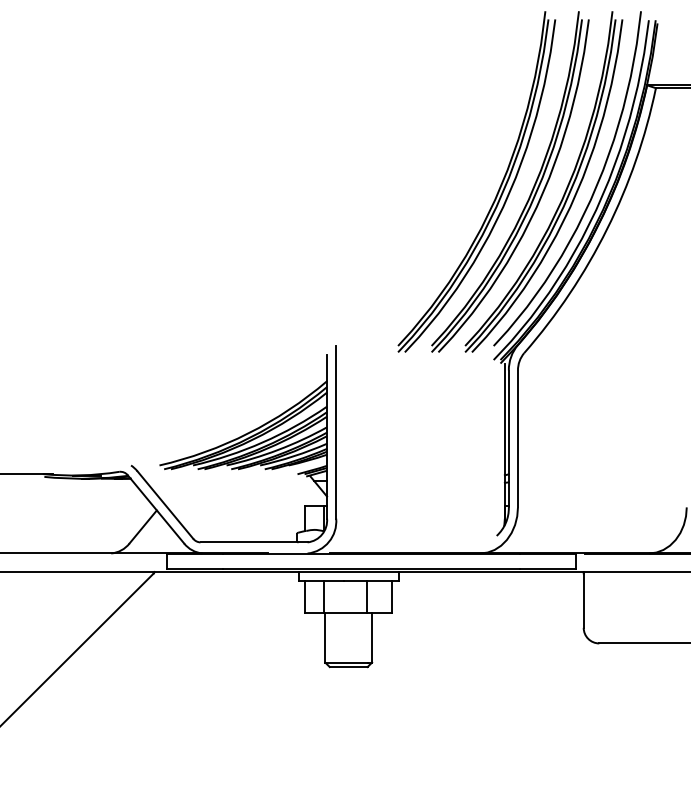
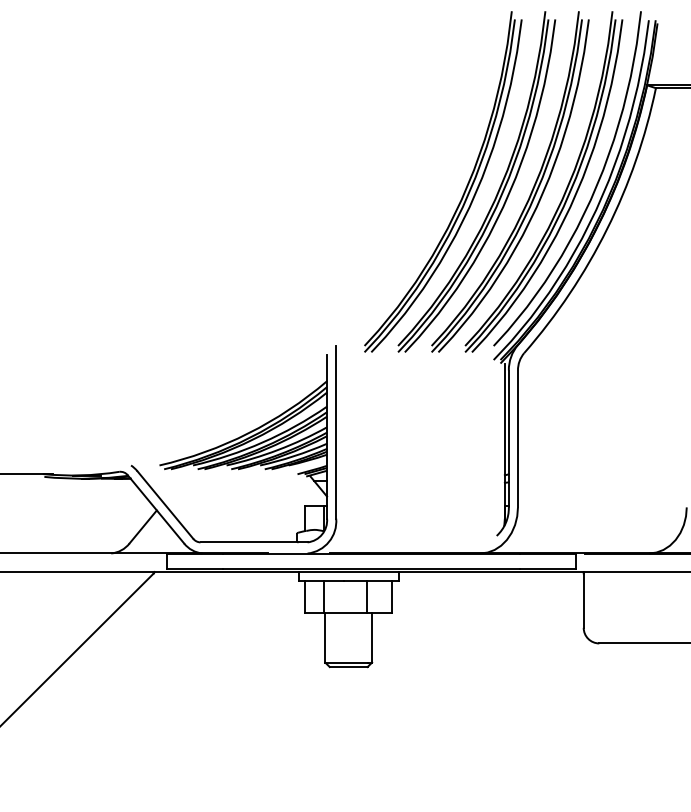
part at (465, 187): none -> present
